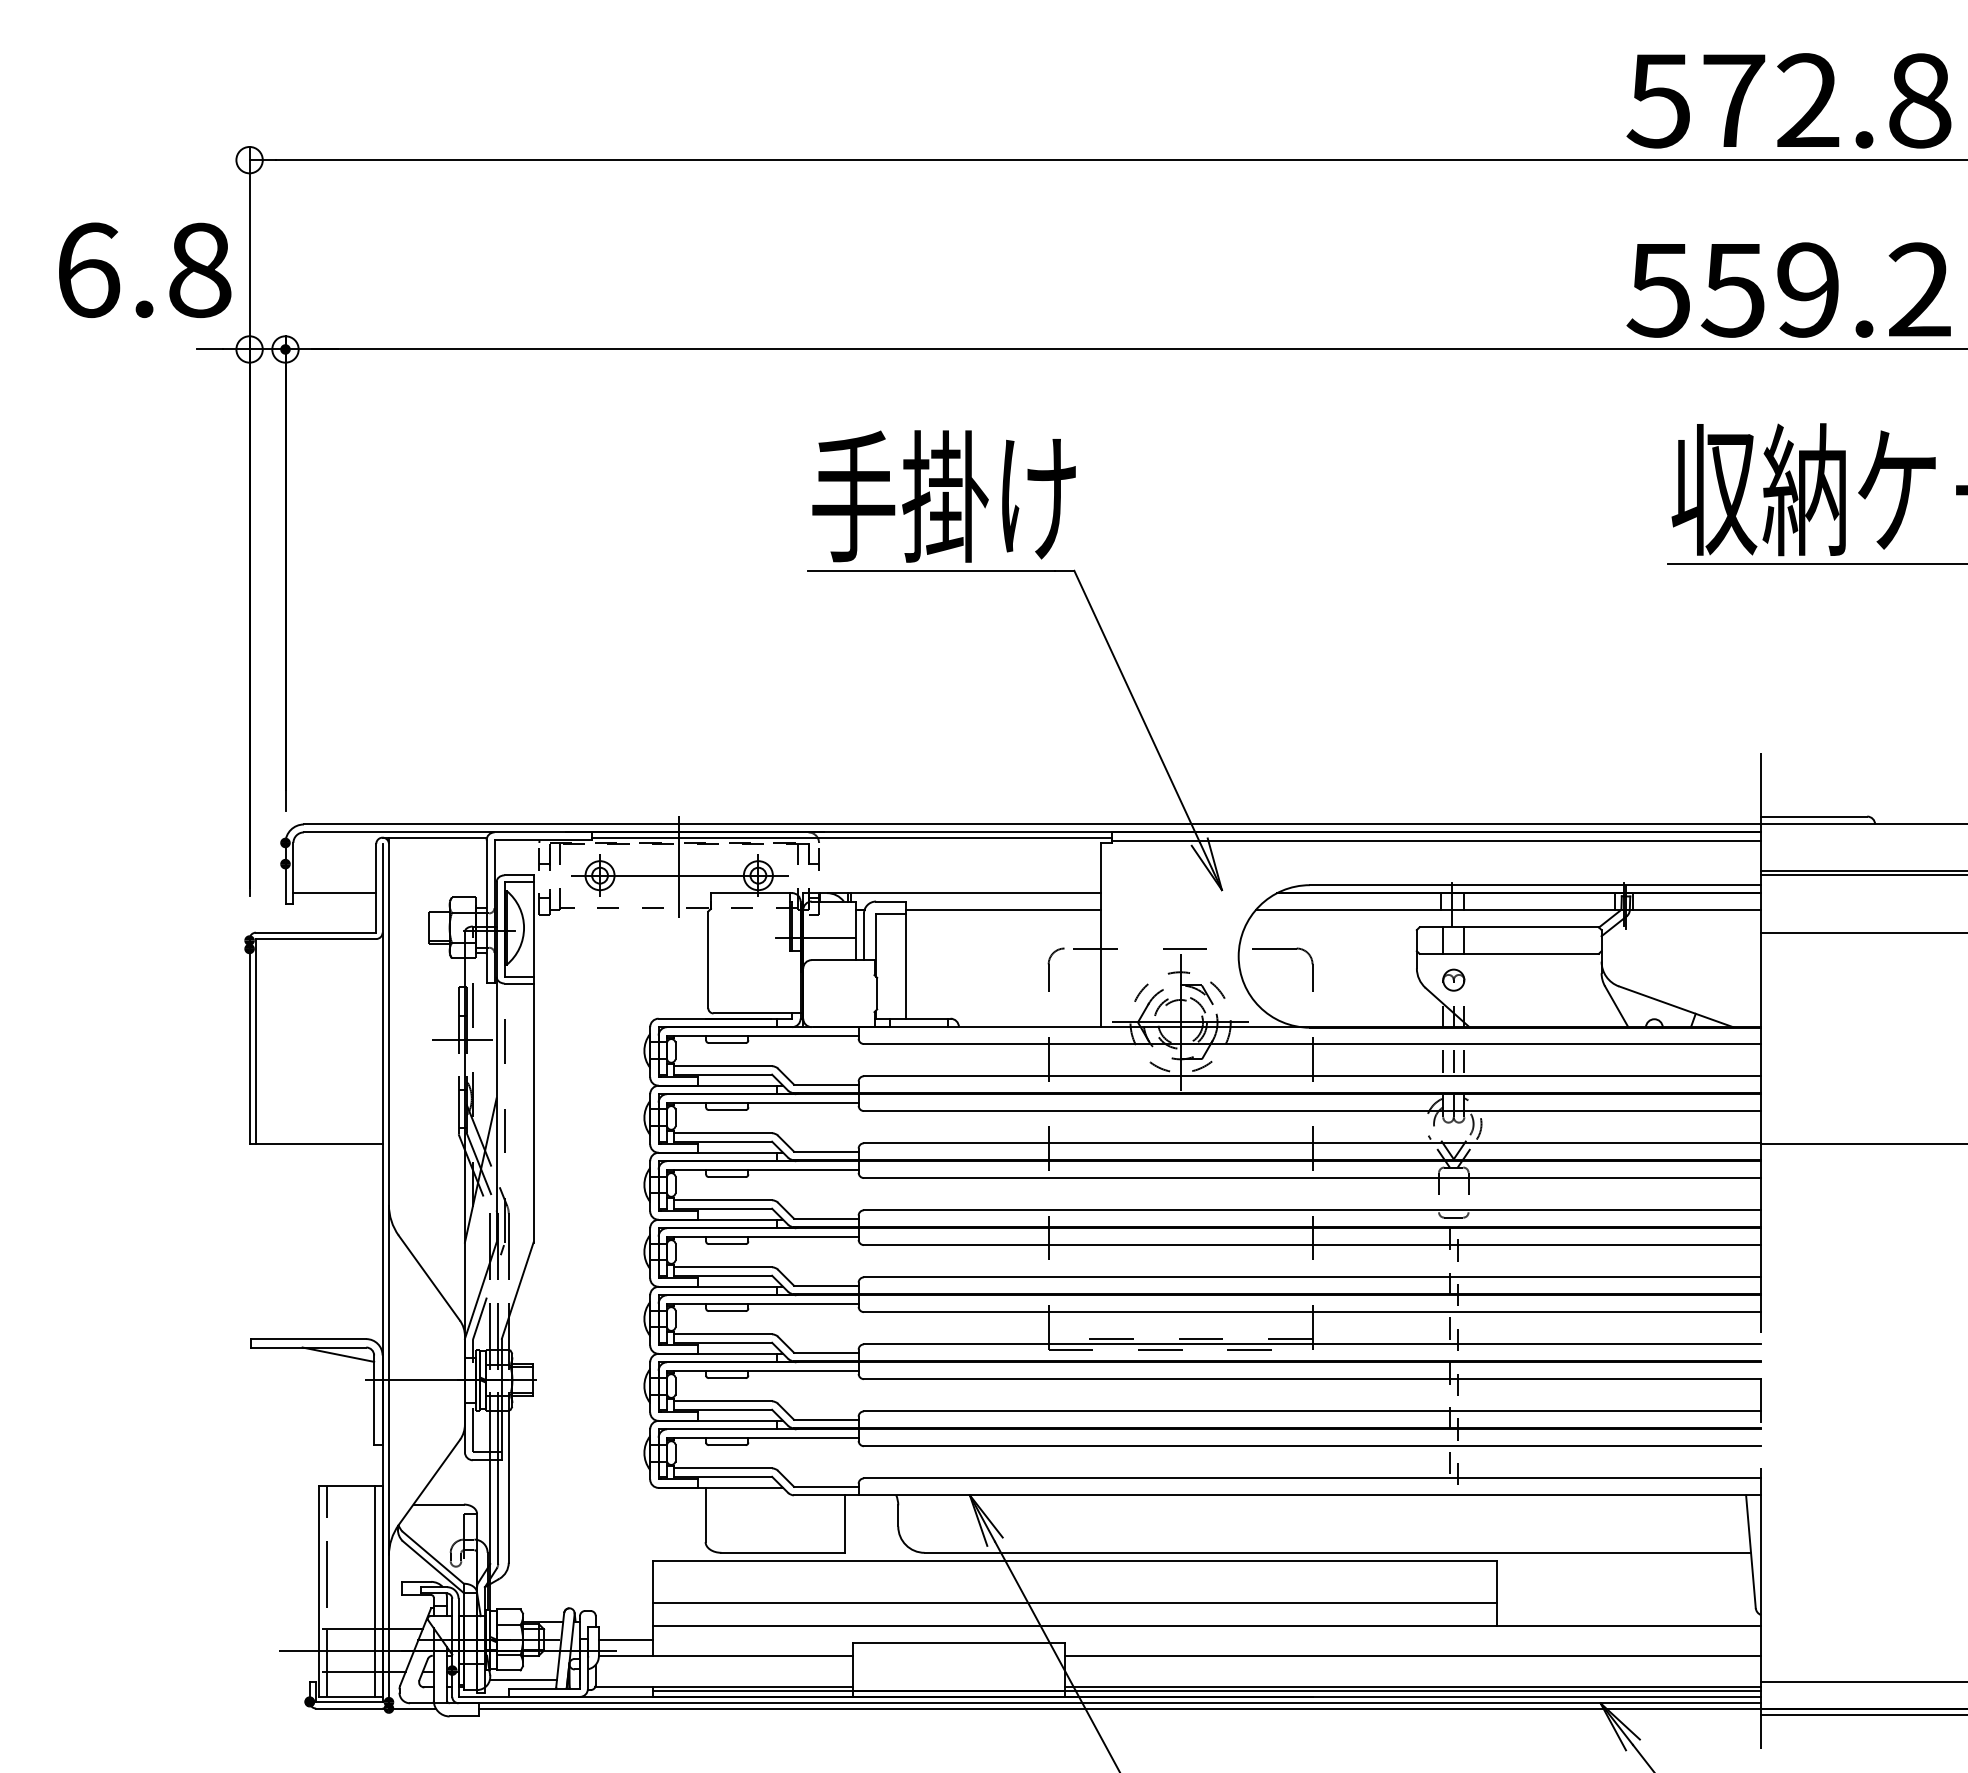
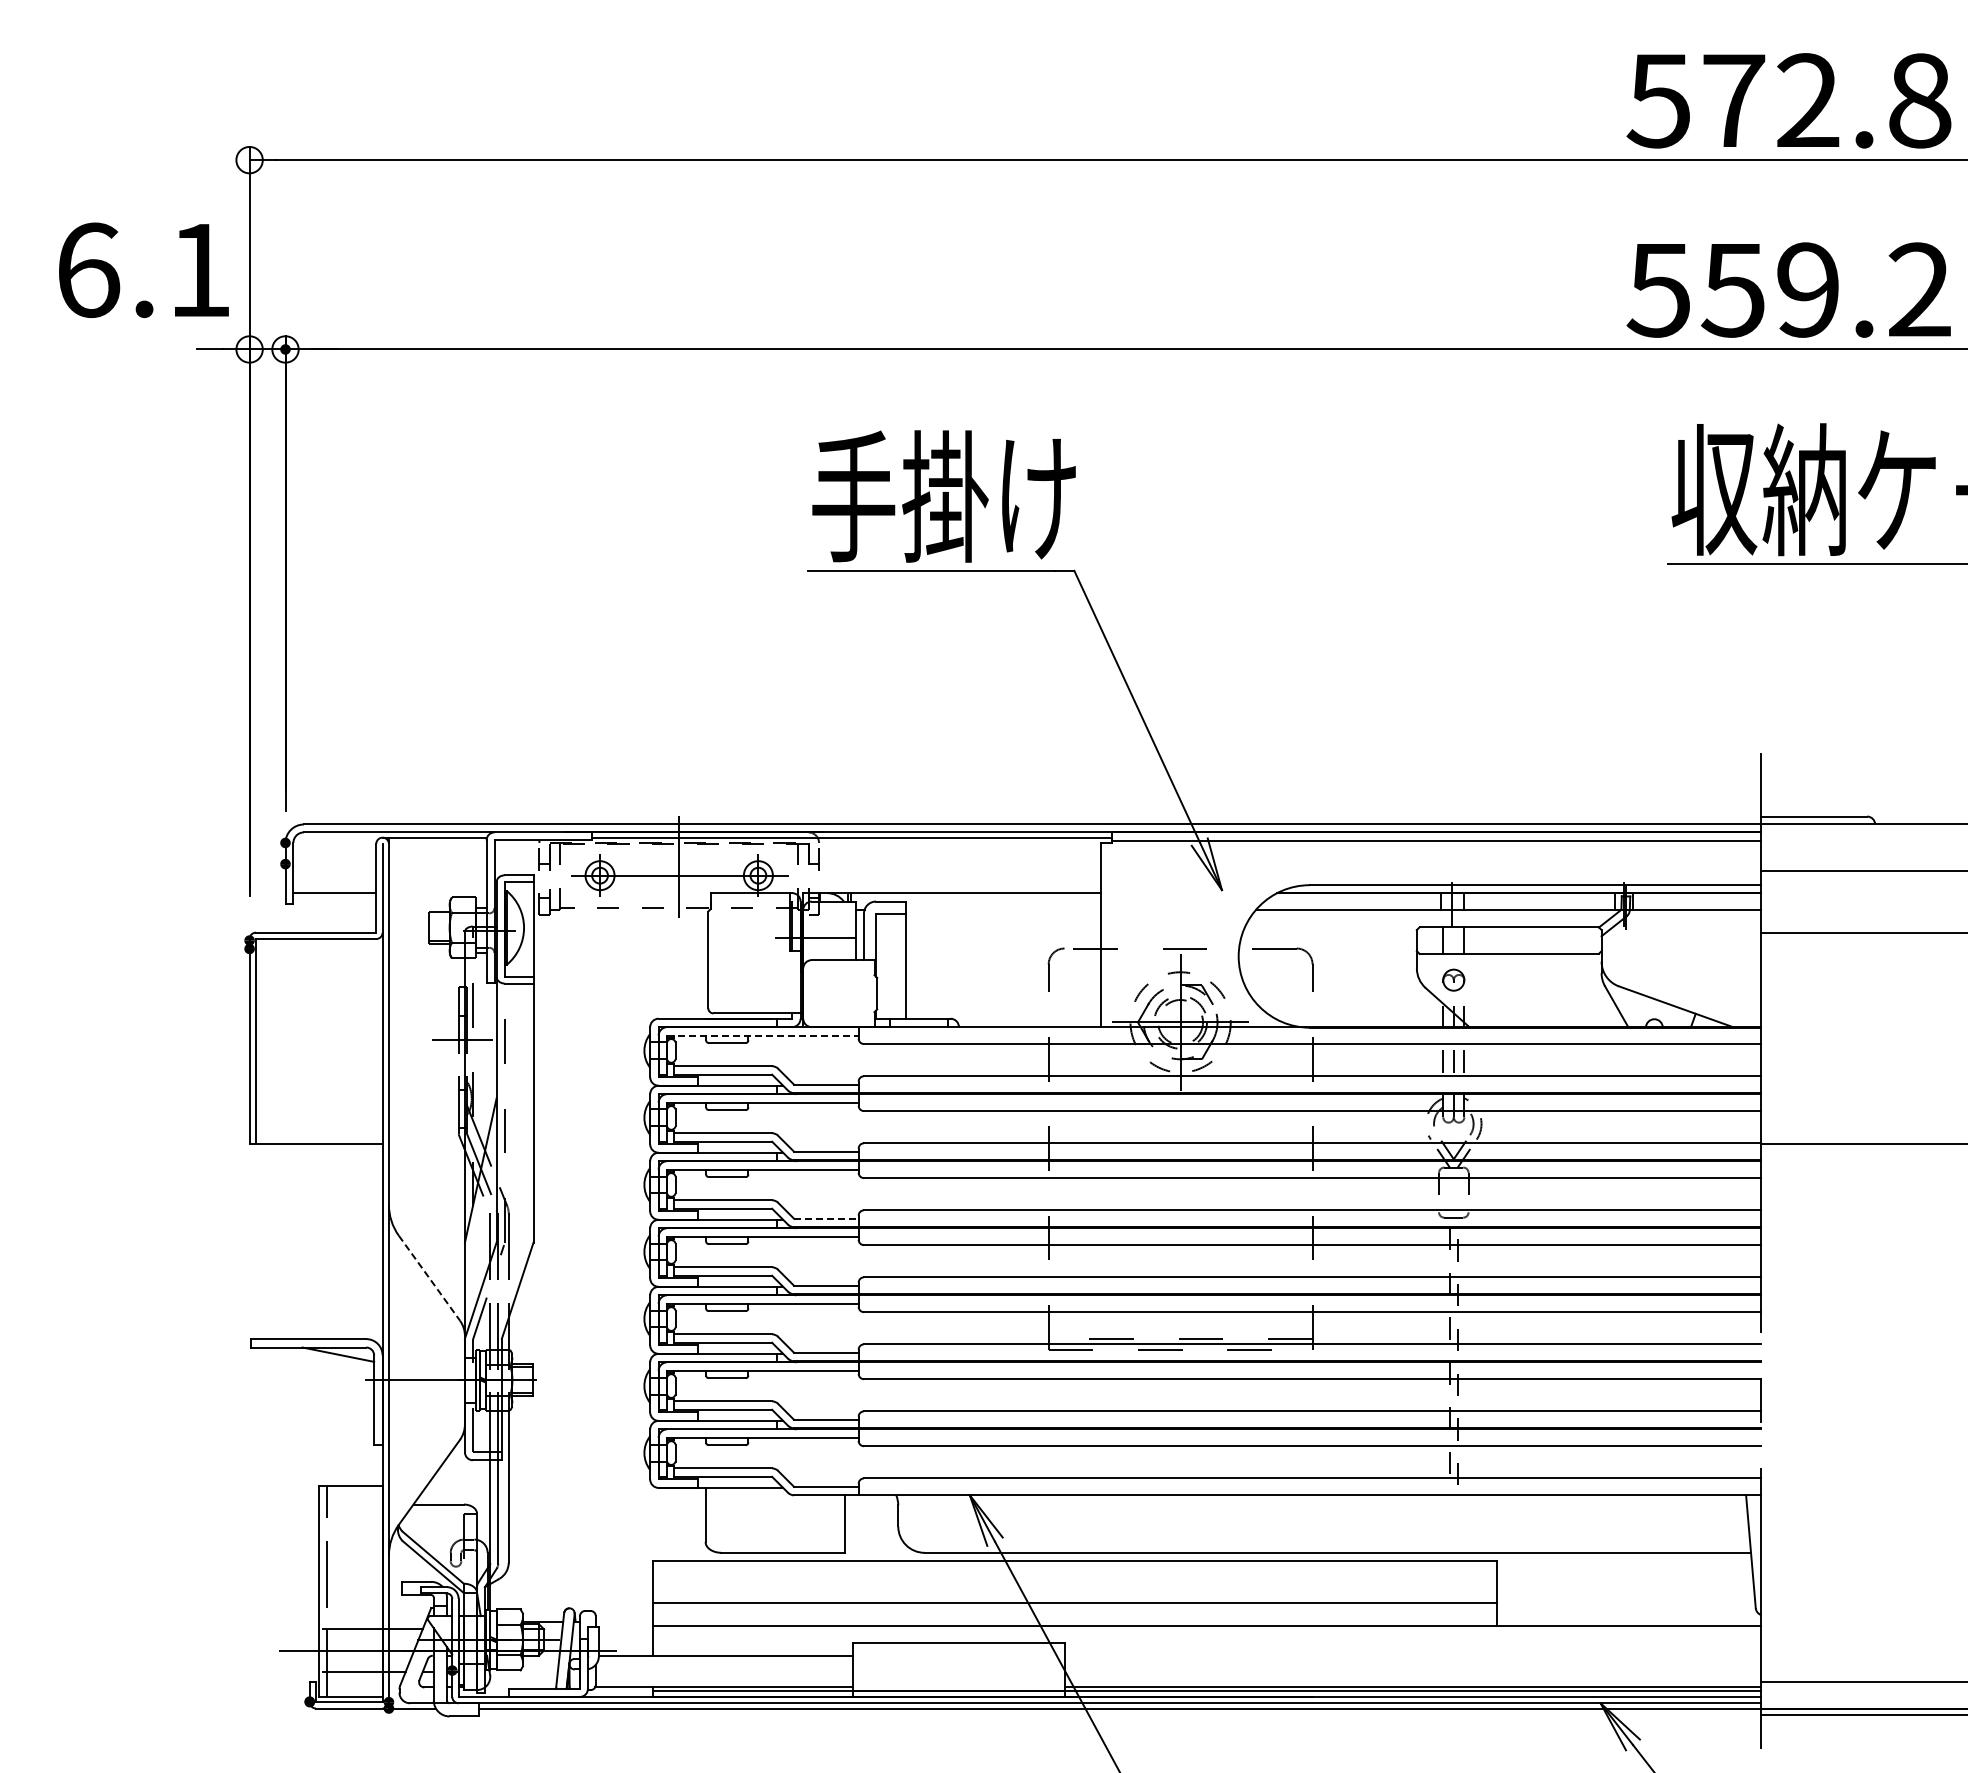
text at (200, 270): 6.8 -> 6.1
line at (1862, 874): present -> none
line at (1003, 909): present -> none
line at (762, 1035): solid -> dashed
line at (826, 1218): solid -> dashed
line at (429, 1278): solid -> dashed
line at (374, 1590): present -> none
line at (625, 1639): present -> none
line at (1412, 1655): present -> none
line at (523, 1679): present -> none
